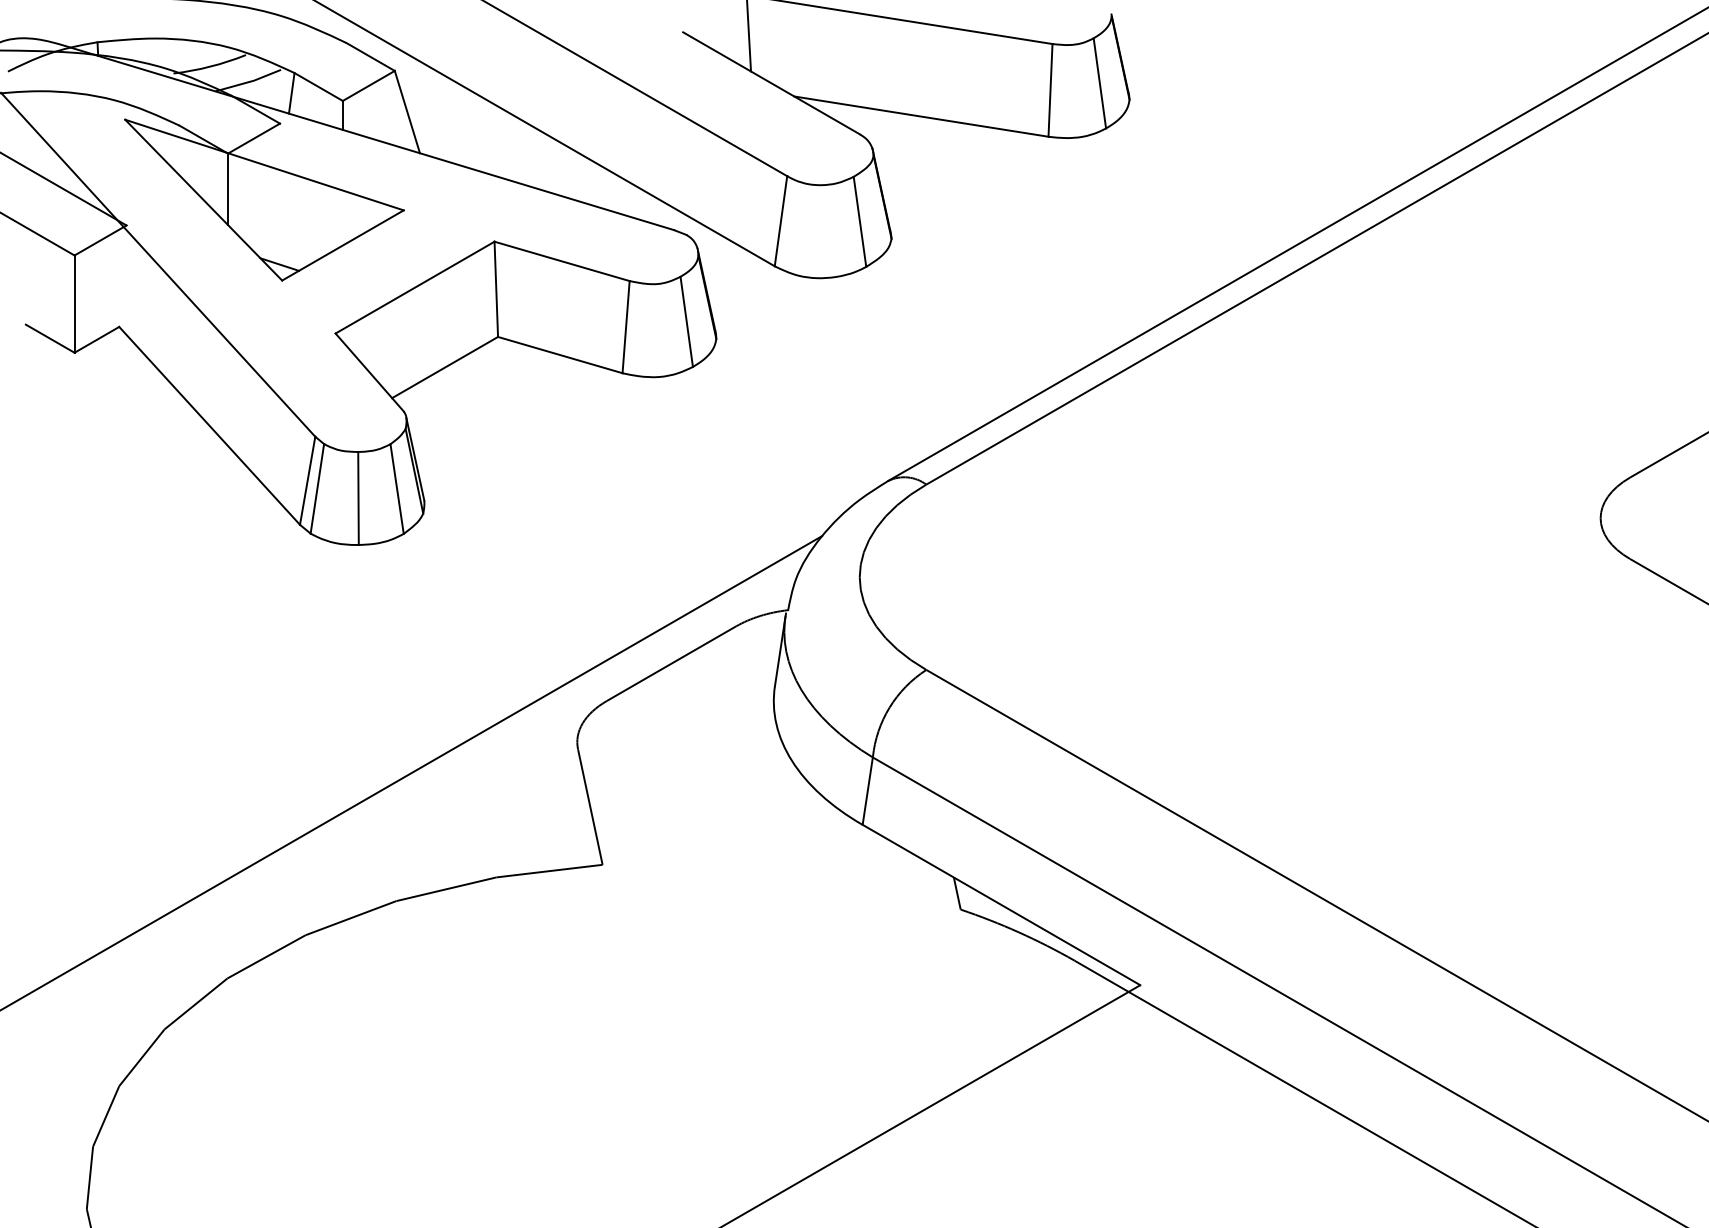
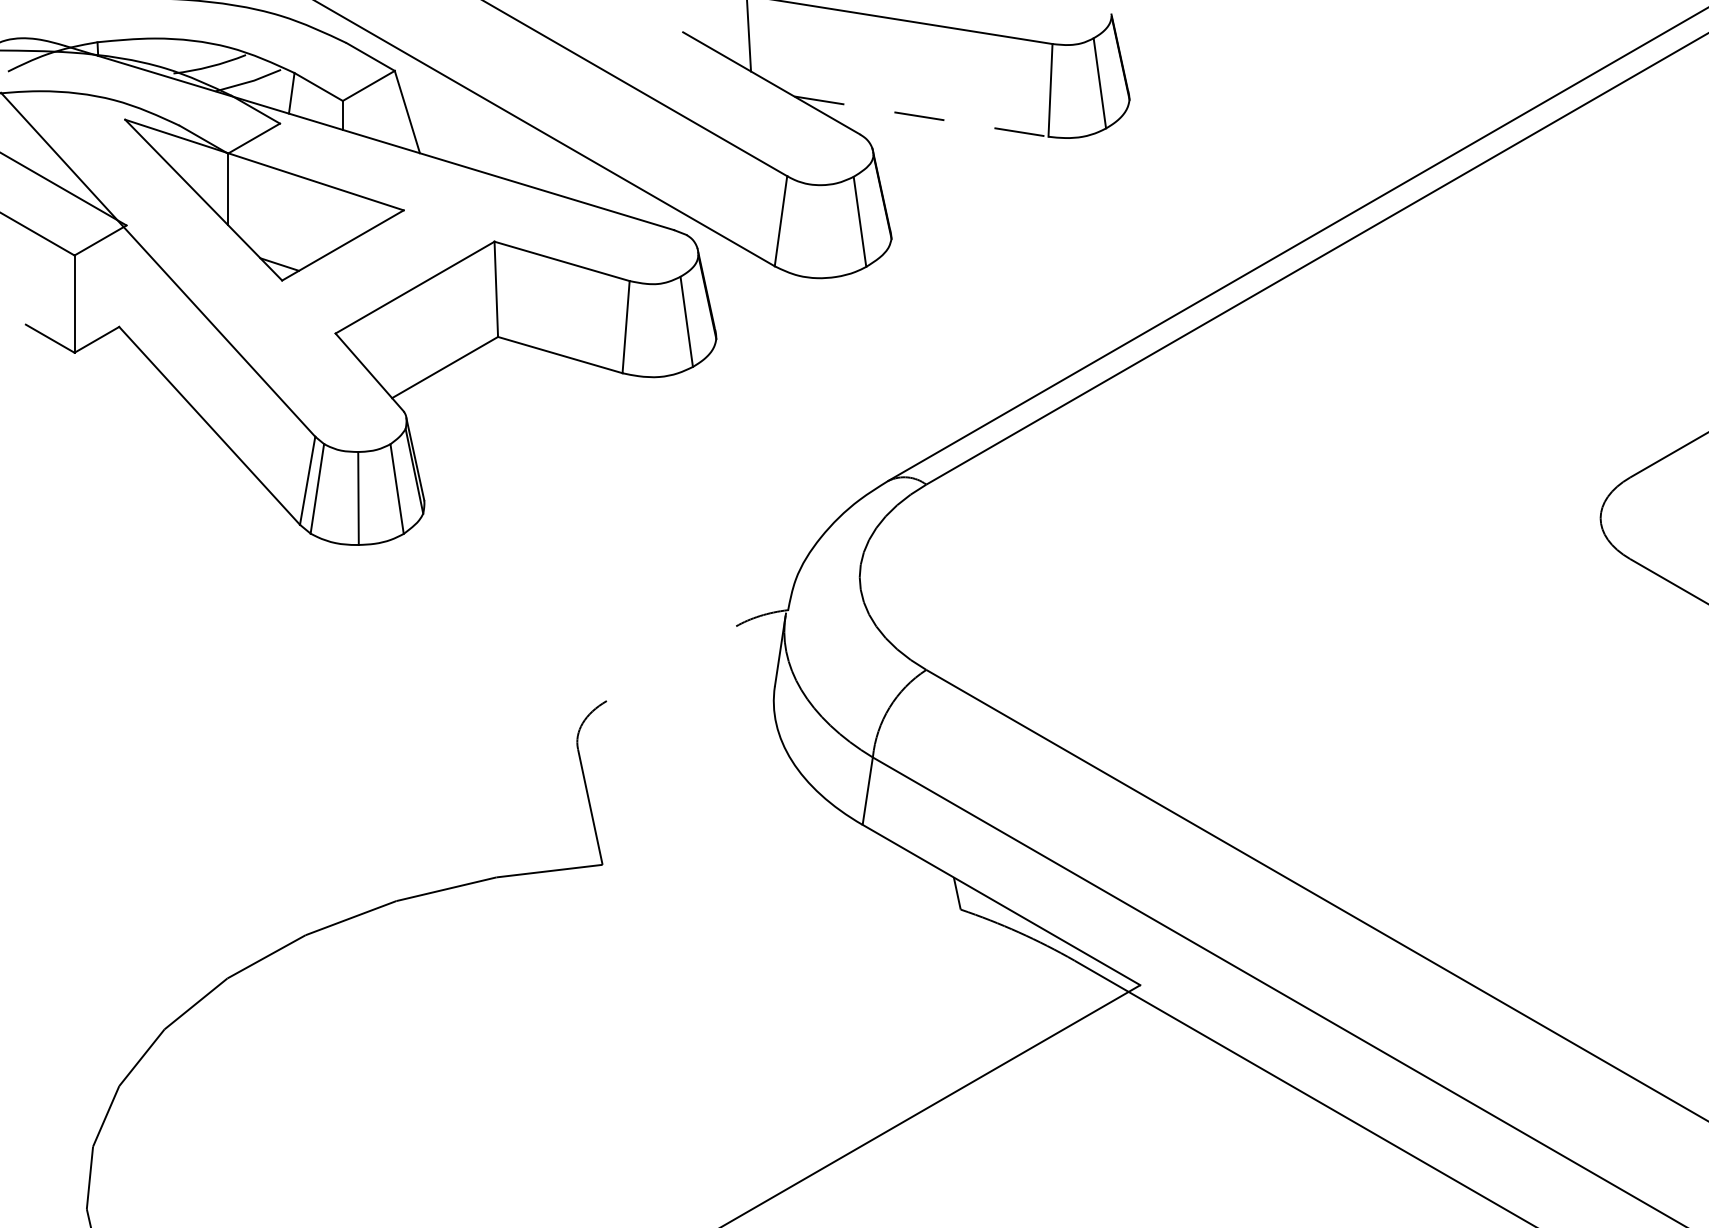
line at (921, 116): solid -> dashed
line at (671, 663): present -> none
line at (412, 772): present -> none
